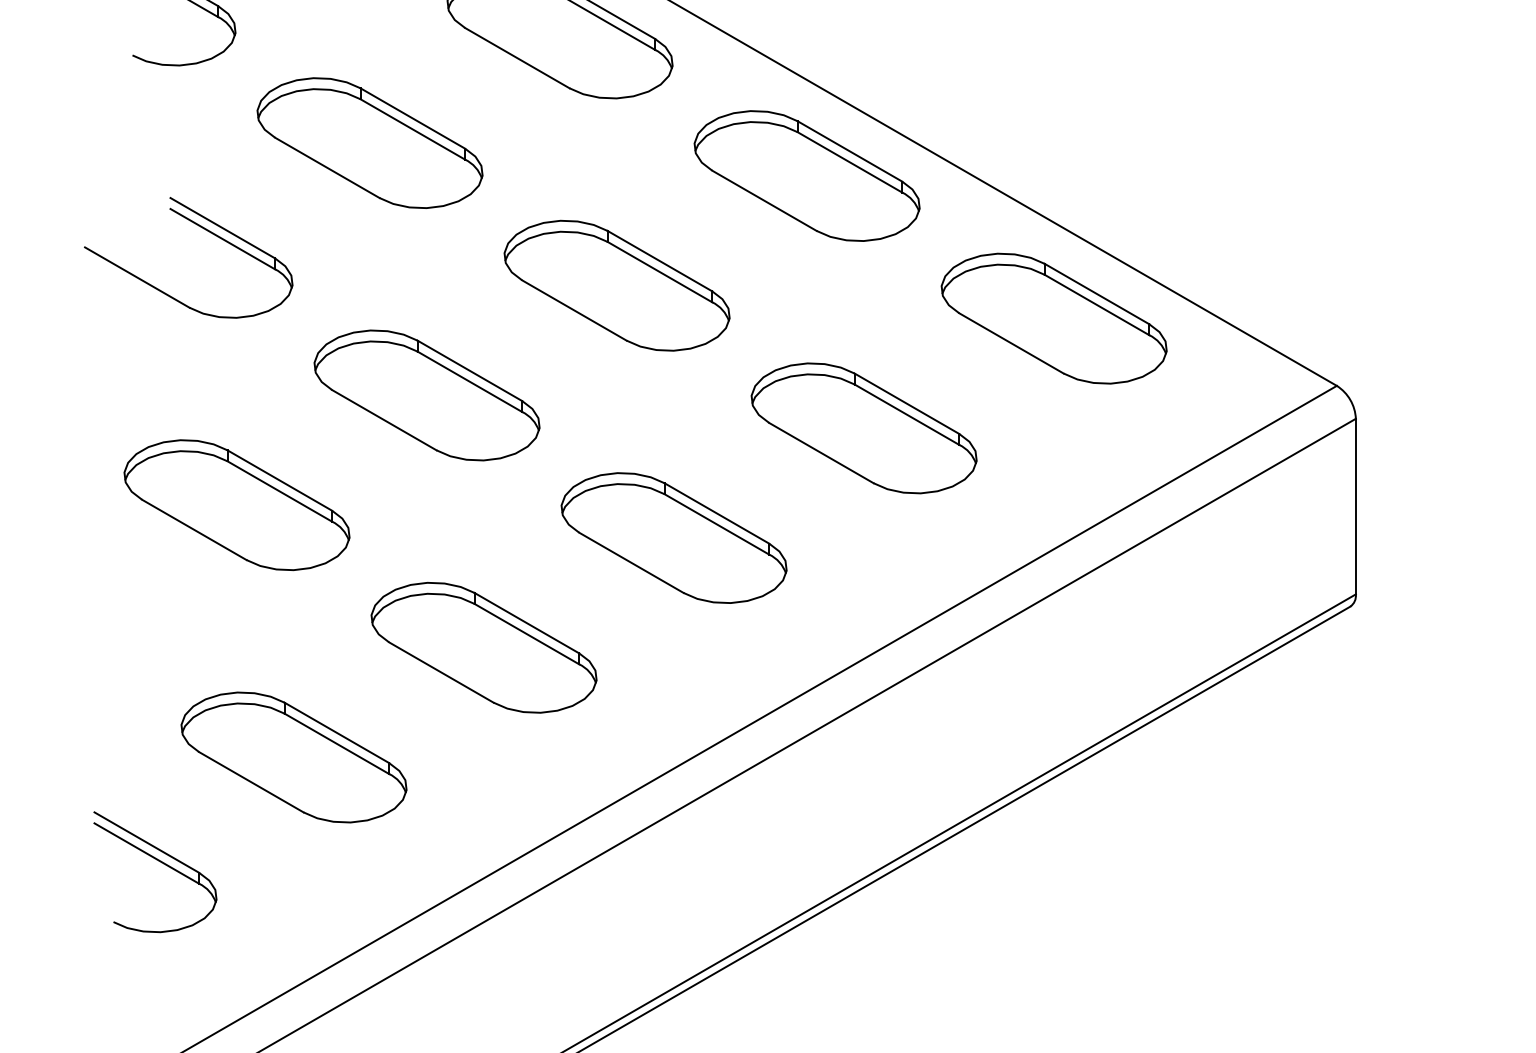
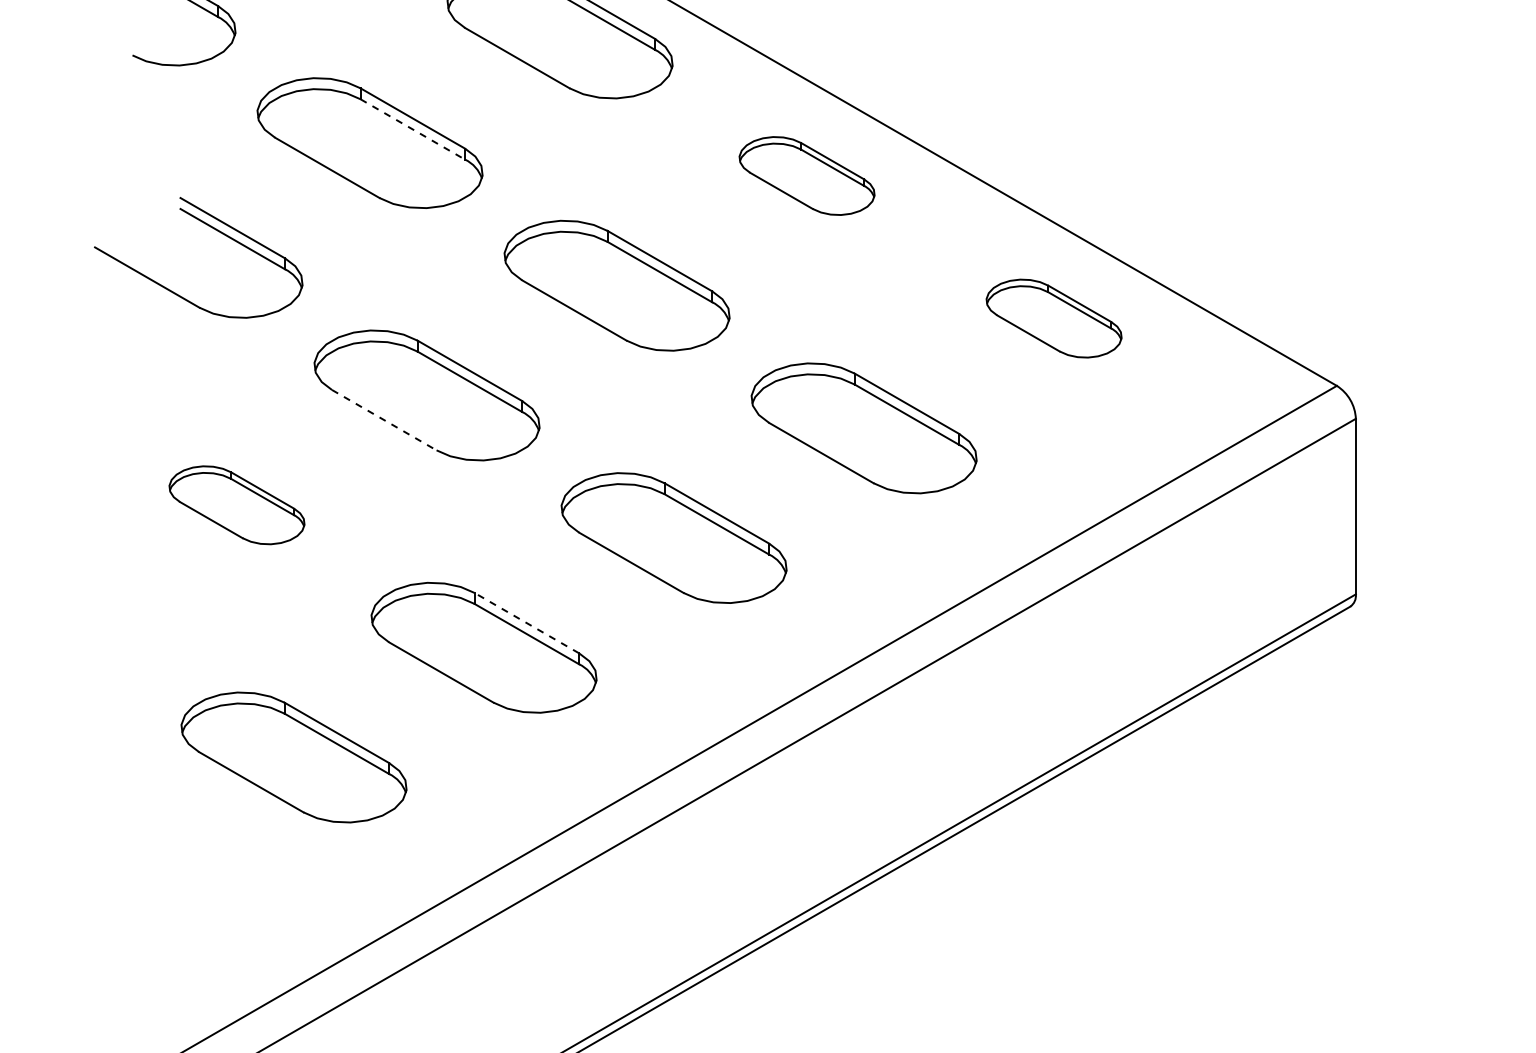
line at (413, 129): solid -> dashed
part at (806, 175) size: 228x132 px -> 138x80 px
part at (203, 229) position: (203, 229) -> (213, 229)
part at (1053, 318) size: 228x133 px -> 138x81 px
line at (384, 420): solid -> dashed
part at (236, 505) size: 228x133 px -> 138x81 px
line at (526, 622): solid -> dashed
part at (161, 863): present -> none
